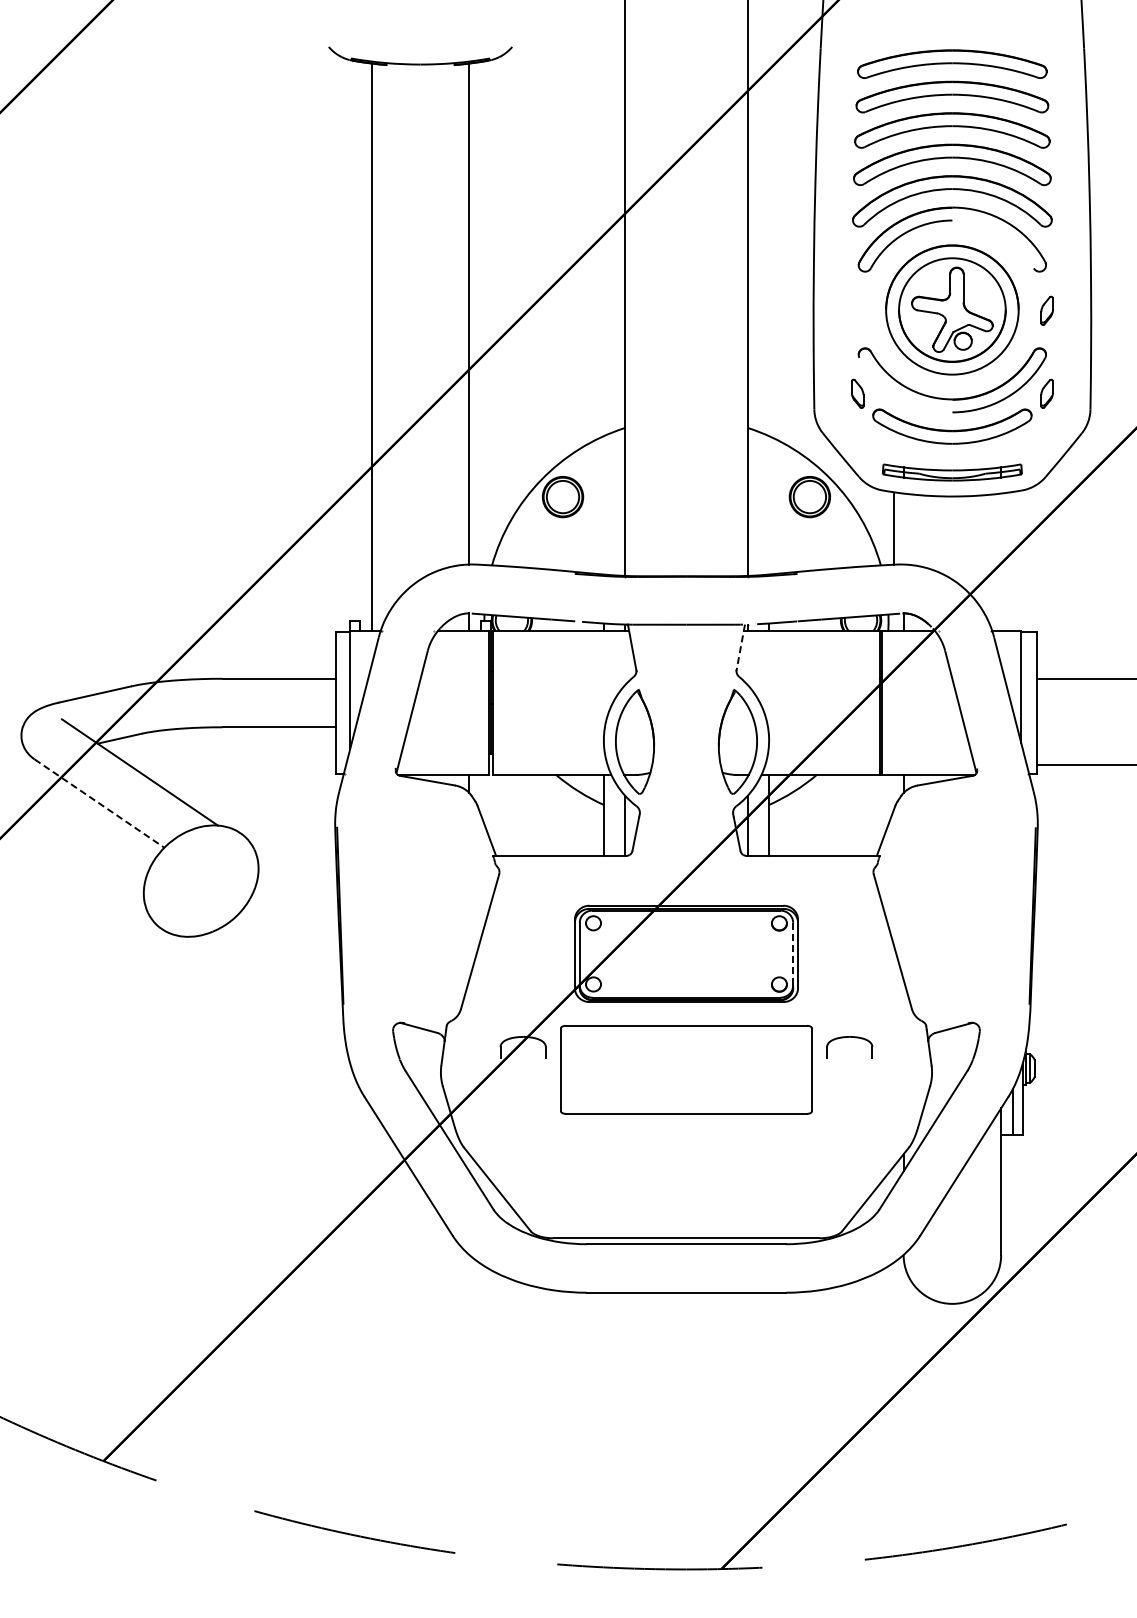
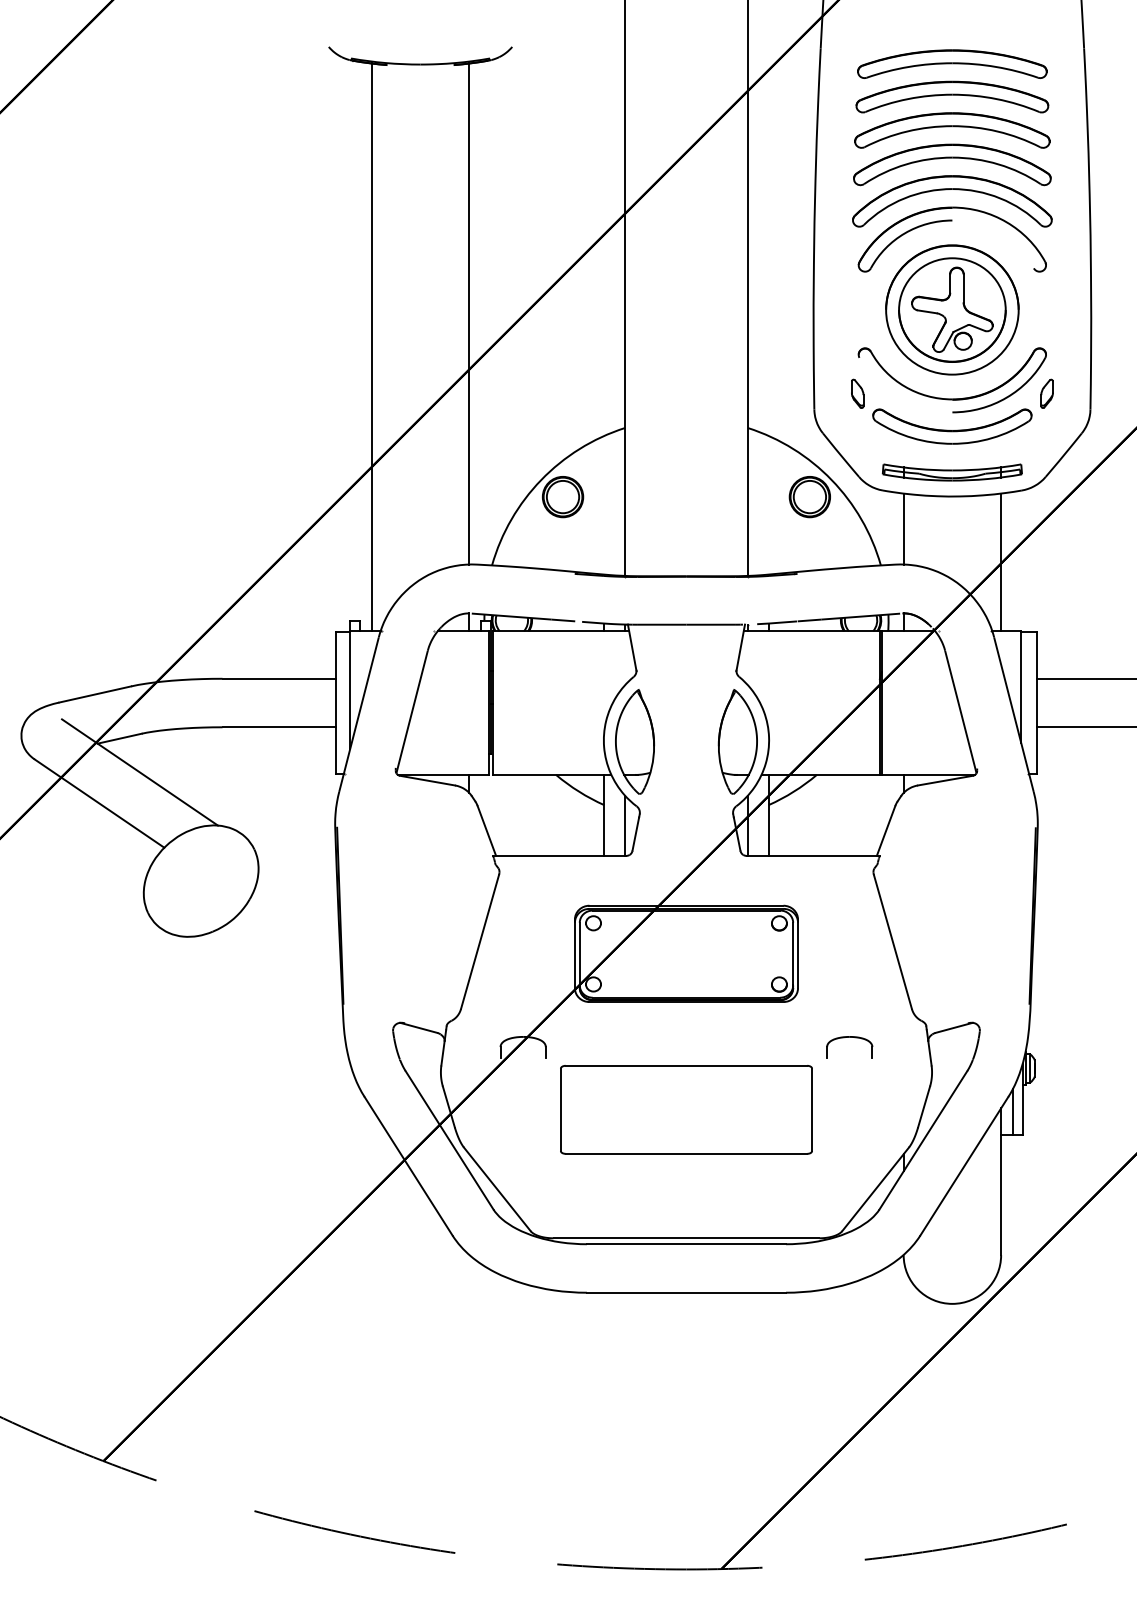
part at (1046, 310): present -> none
line at (893, 528) position: (893, 528) -> (903, 528)
line at (1001, 562): none -> present
line at (740, 647): dashed -> solid
line at (1085, 765) position: (1085, 765) -> (1085, 727)
line at (99, 803): dashed -> solid
line at (793, 953): dashed -> solid
part at (686, 1069) position: (686, 1069) -> (686, 1109)
